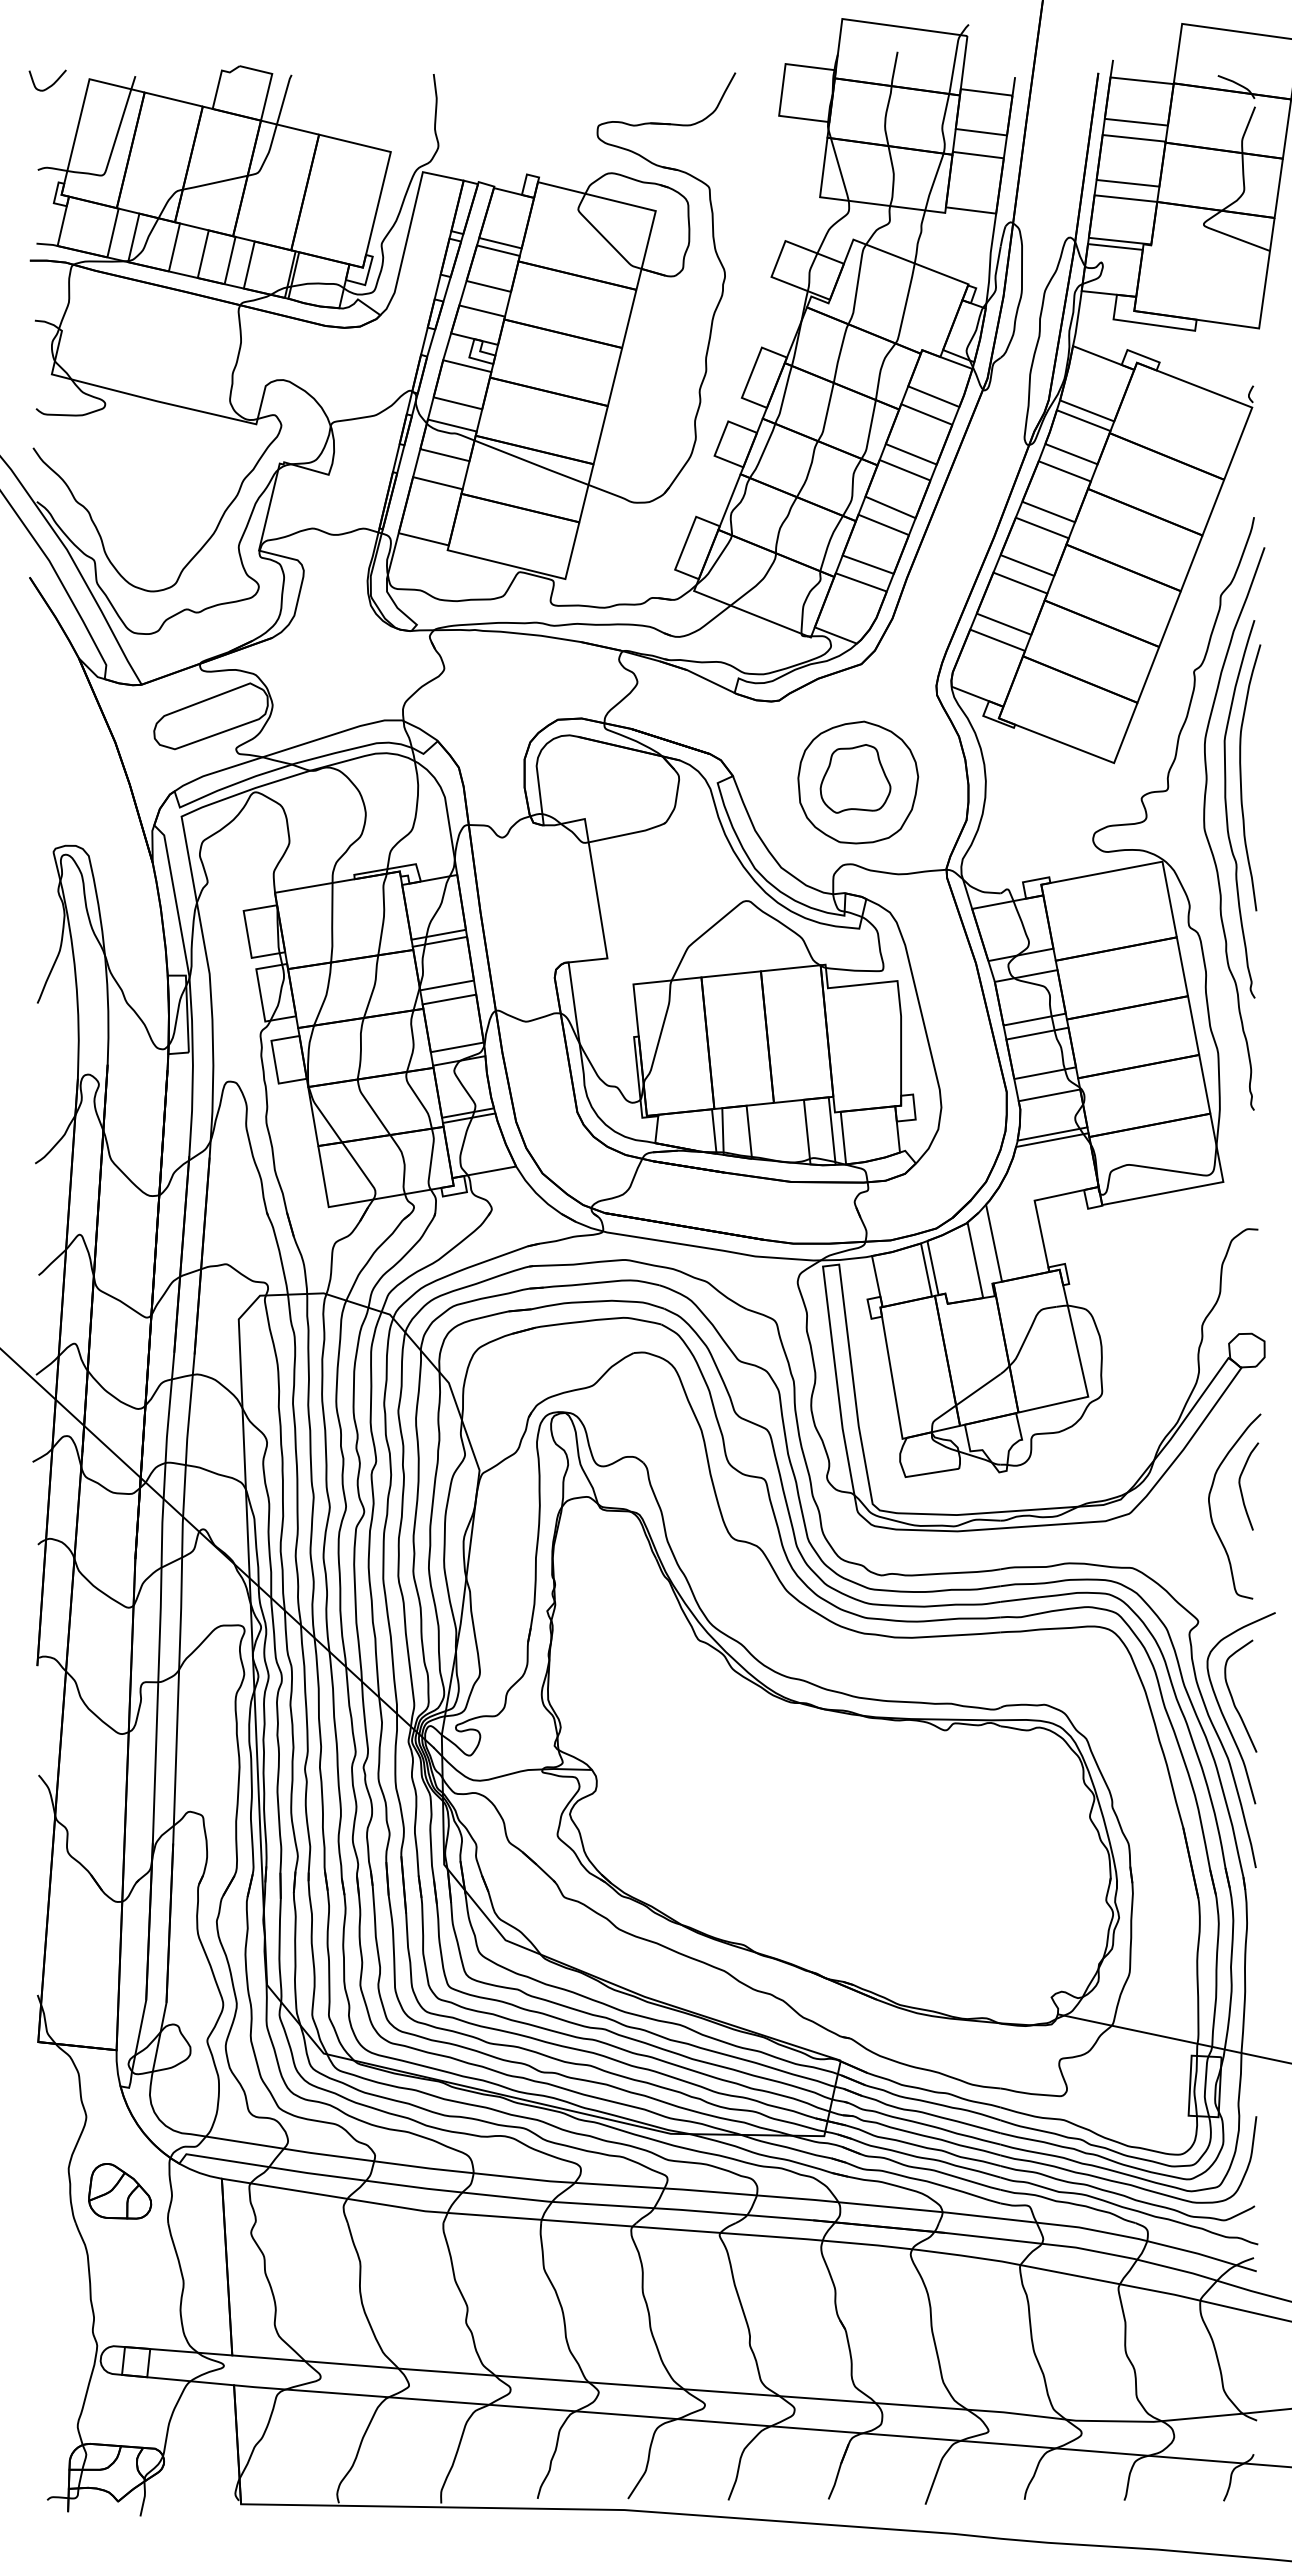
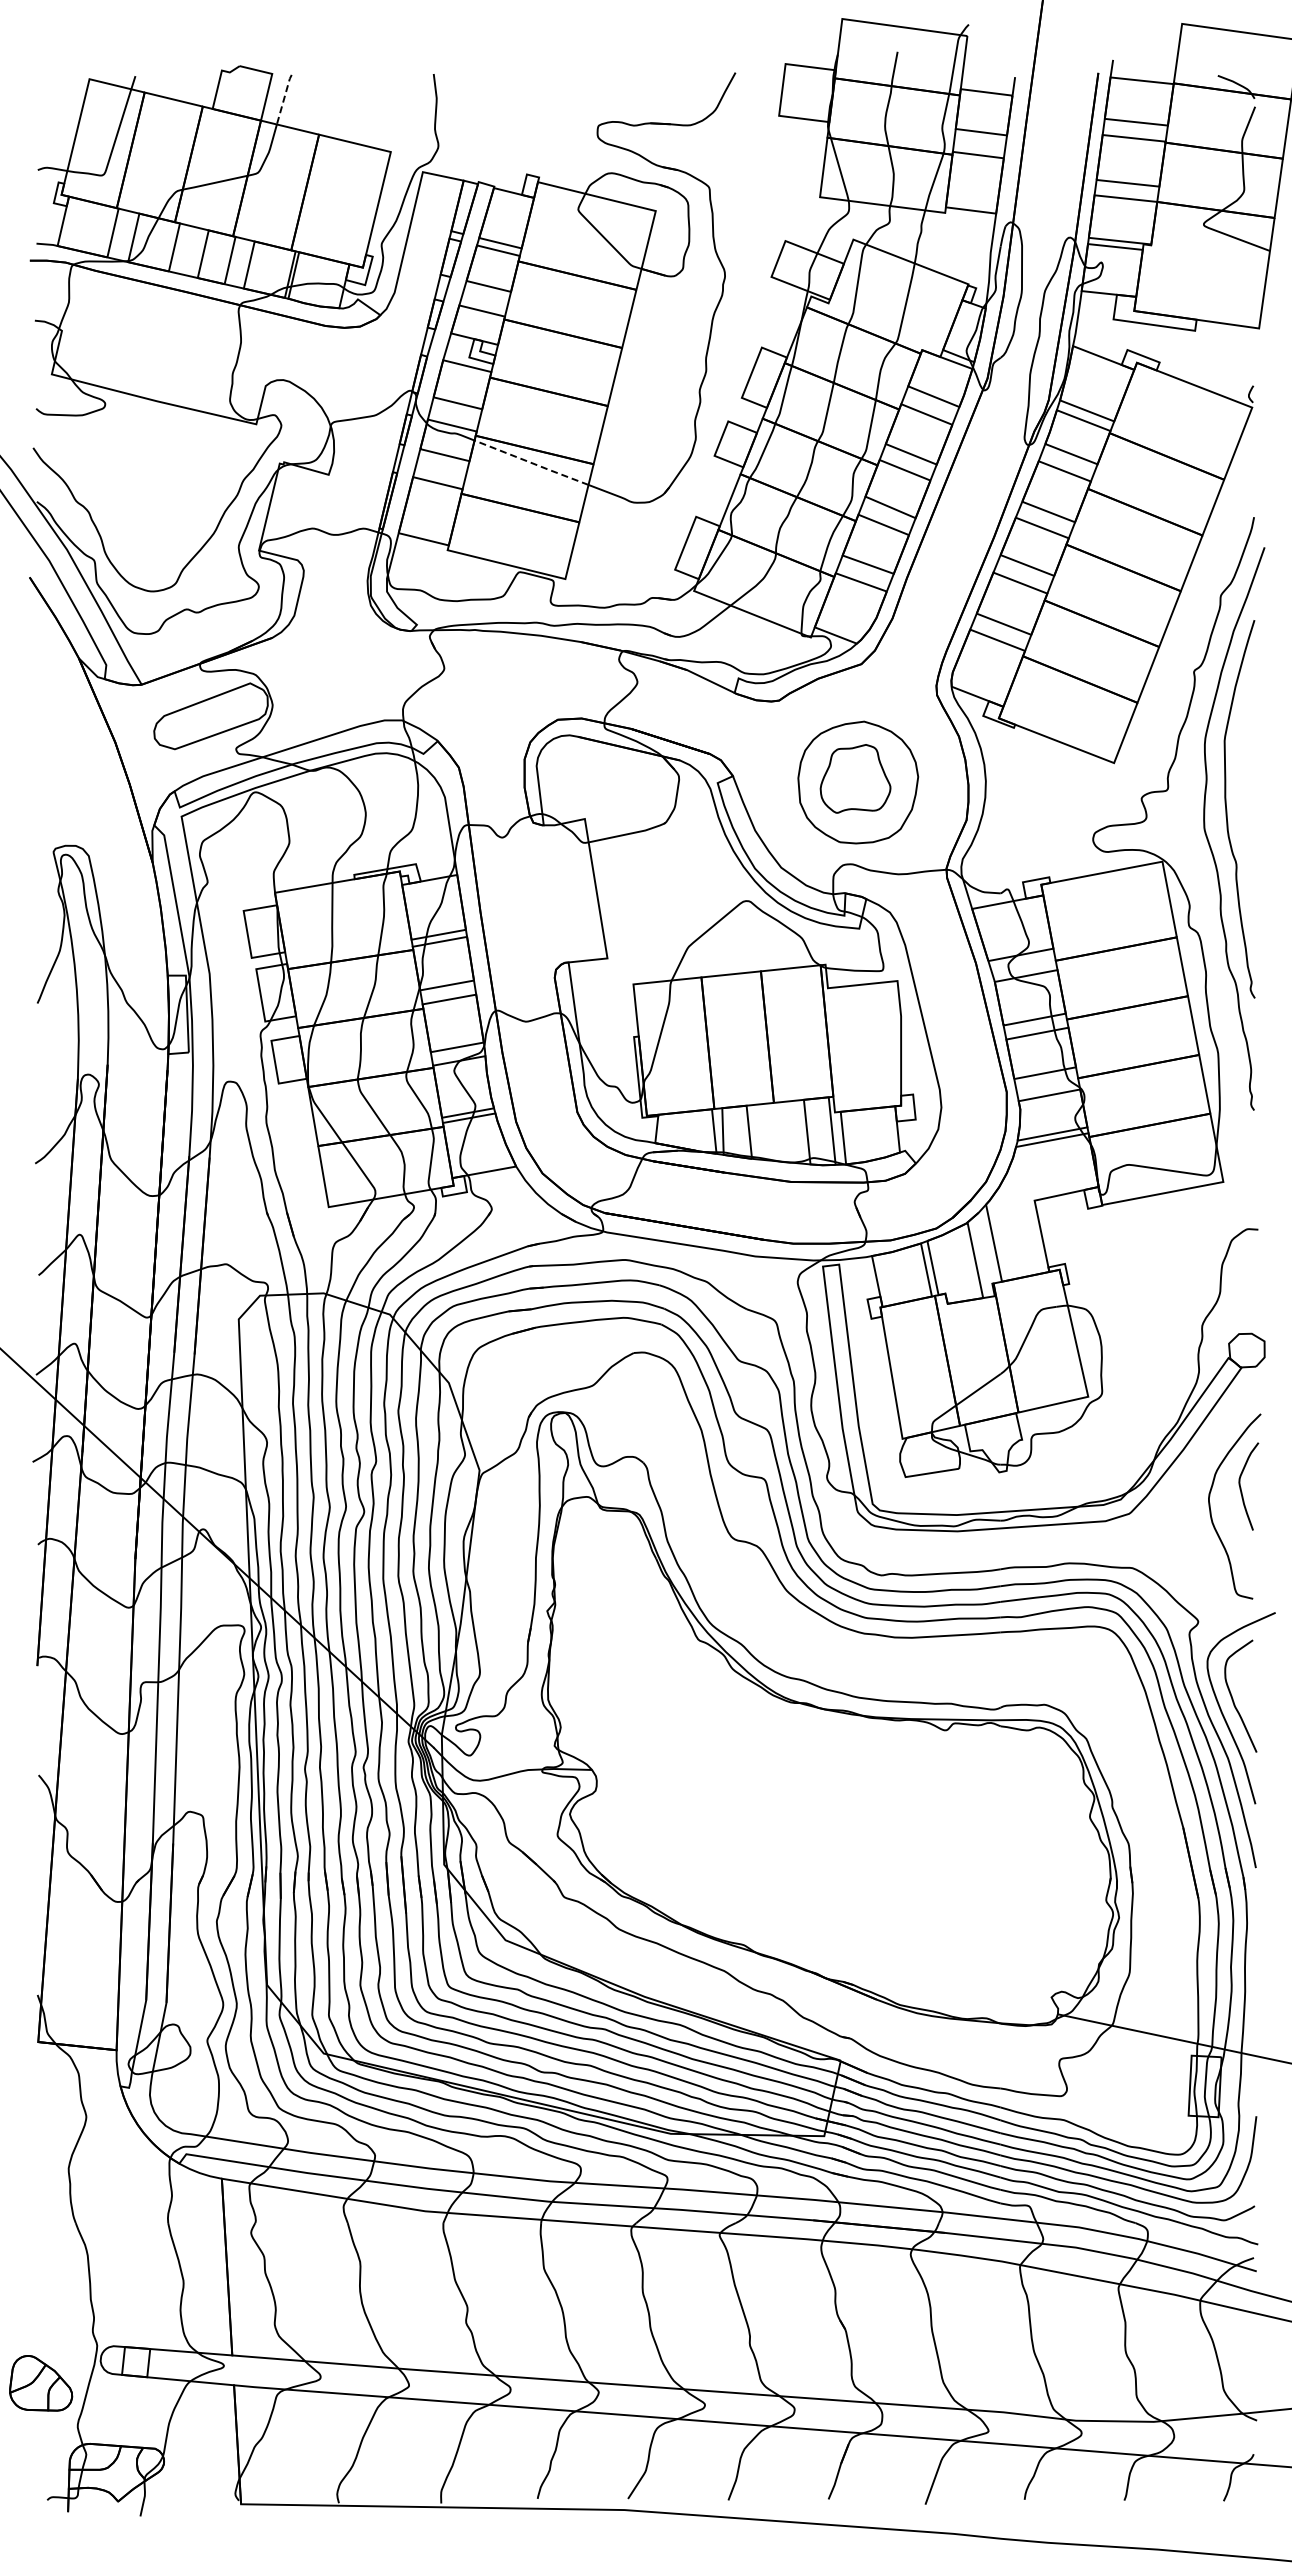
curve at (51, 84): present -> none
line at (284, 98): solid -> dashed
line at (531, 463): solid -> dashed
curve at (1241, 777): present -> none
part at (120, 2191) position: (120, 2191) -> (41, 2383)
